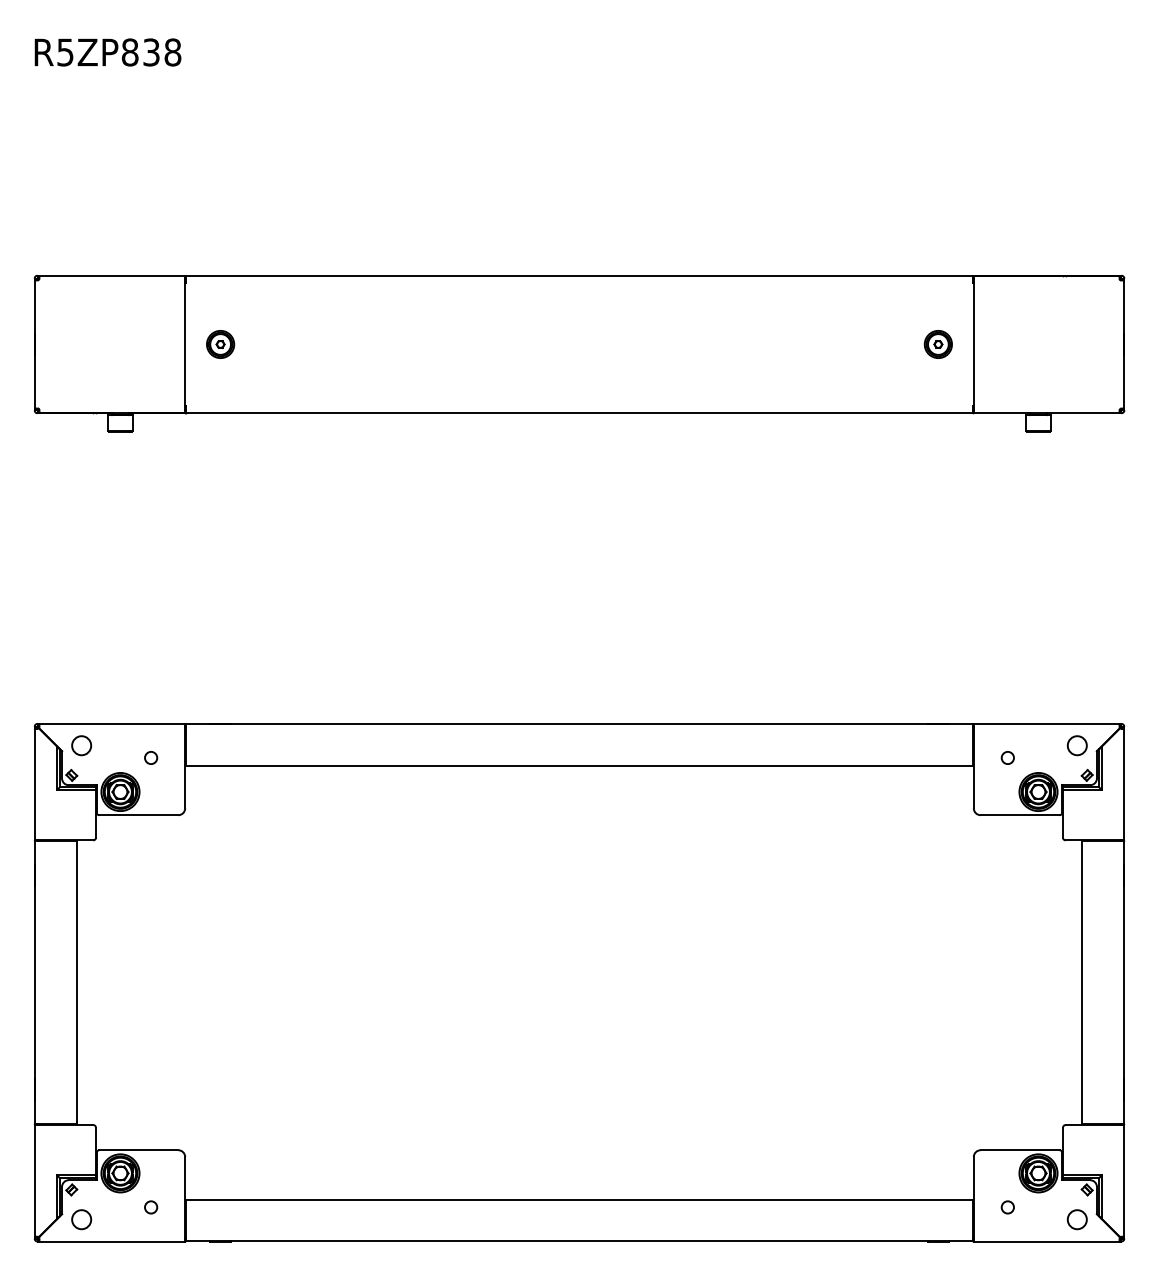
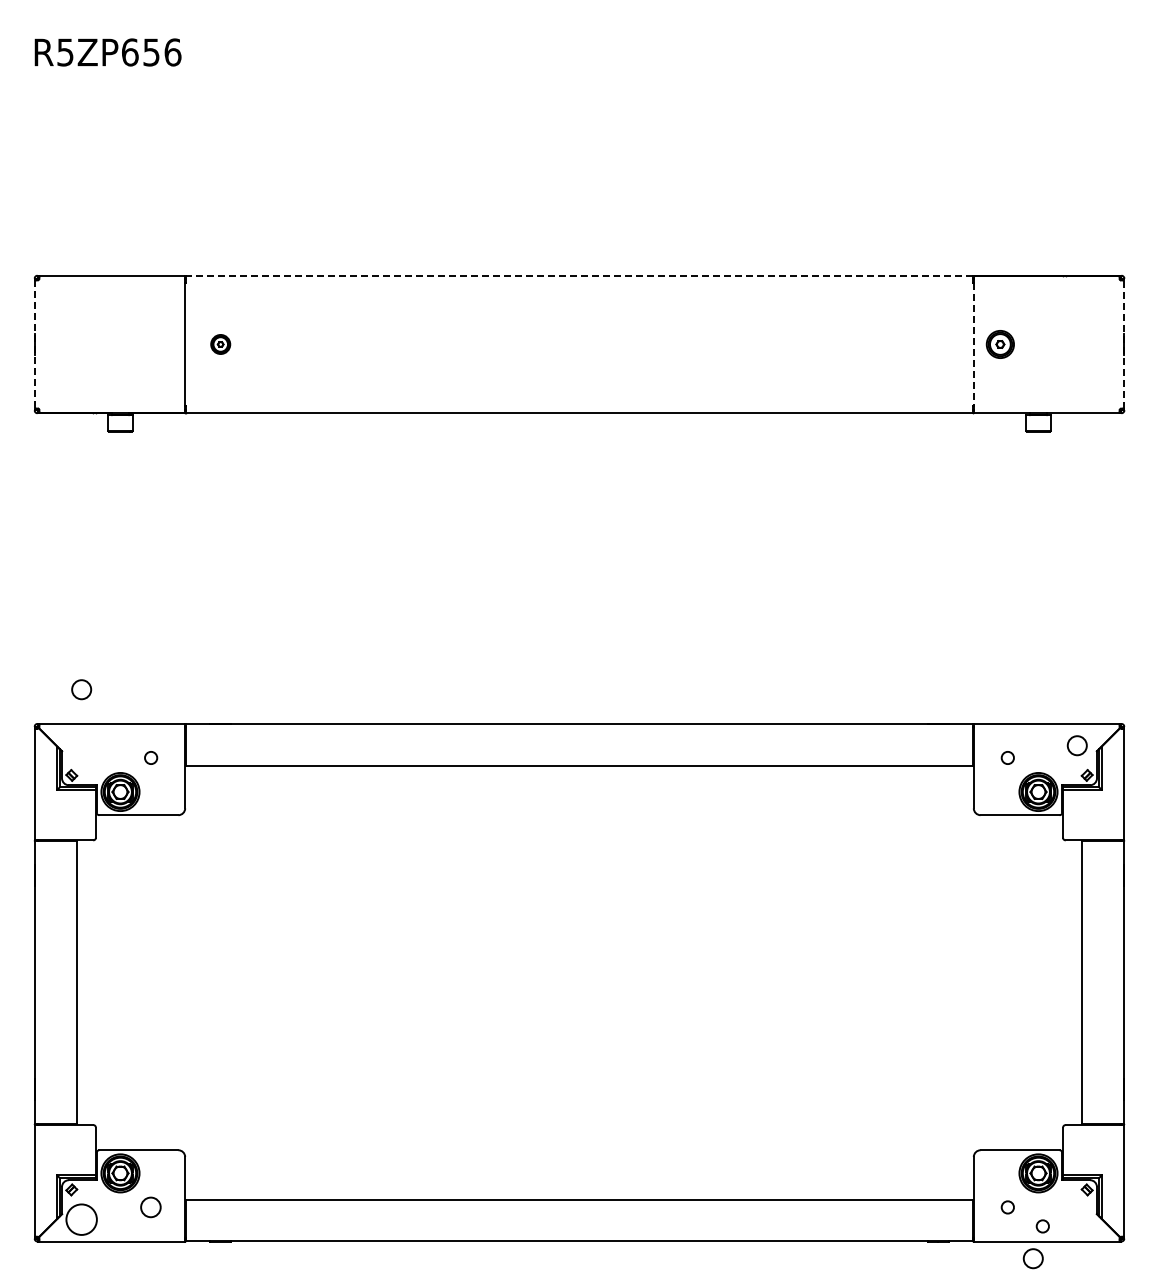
text at (151, 52): R5ZP838 -> R5ZP656
line at (579, 276): solid -> dashed
line at (34, 344): solid -> dashed
part at (220, 344) size: 30x29 px -> 22x21 px
part at (937, 344) position: (937, 344) -> (999, 344)
line at (973, 344): solid -> dashed
line at (1124, 344): solid -> dashed
circle at (81, 745) position: (81, 745) -> (81, 689)
circle at (151, 1207) size: 15x15 px -> 22x23 px
circle at (81, 1219) diameter: 19 px -> 31 px
circle at (1076, 1219) position: (1076, 1219) -> (1032, 1258)
circle at (1042, 1226): none -> present
